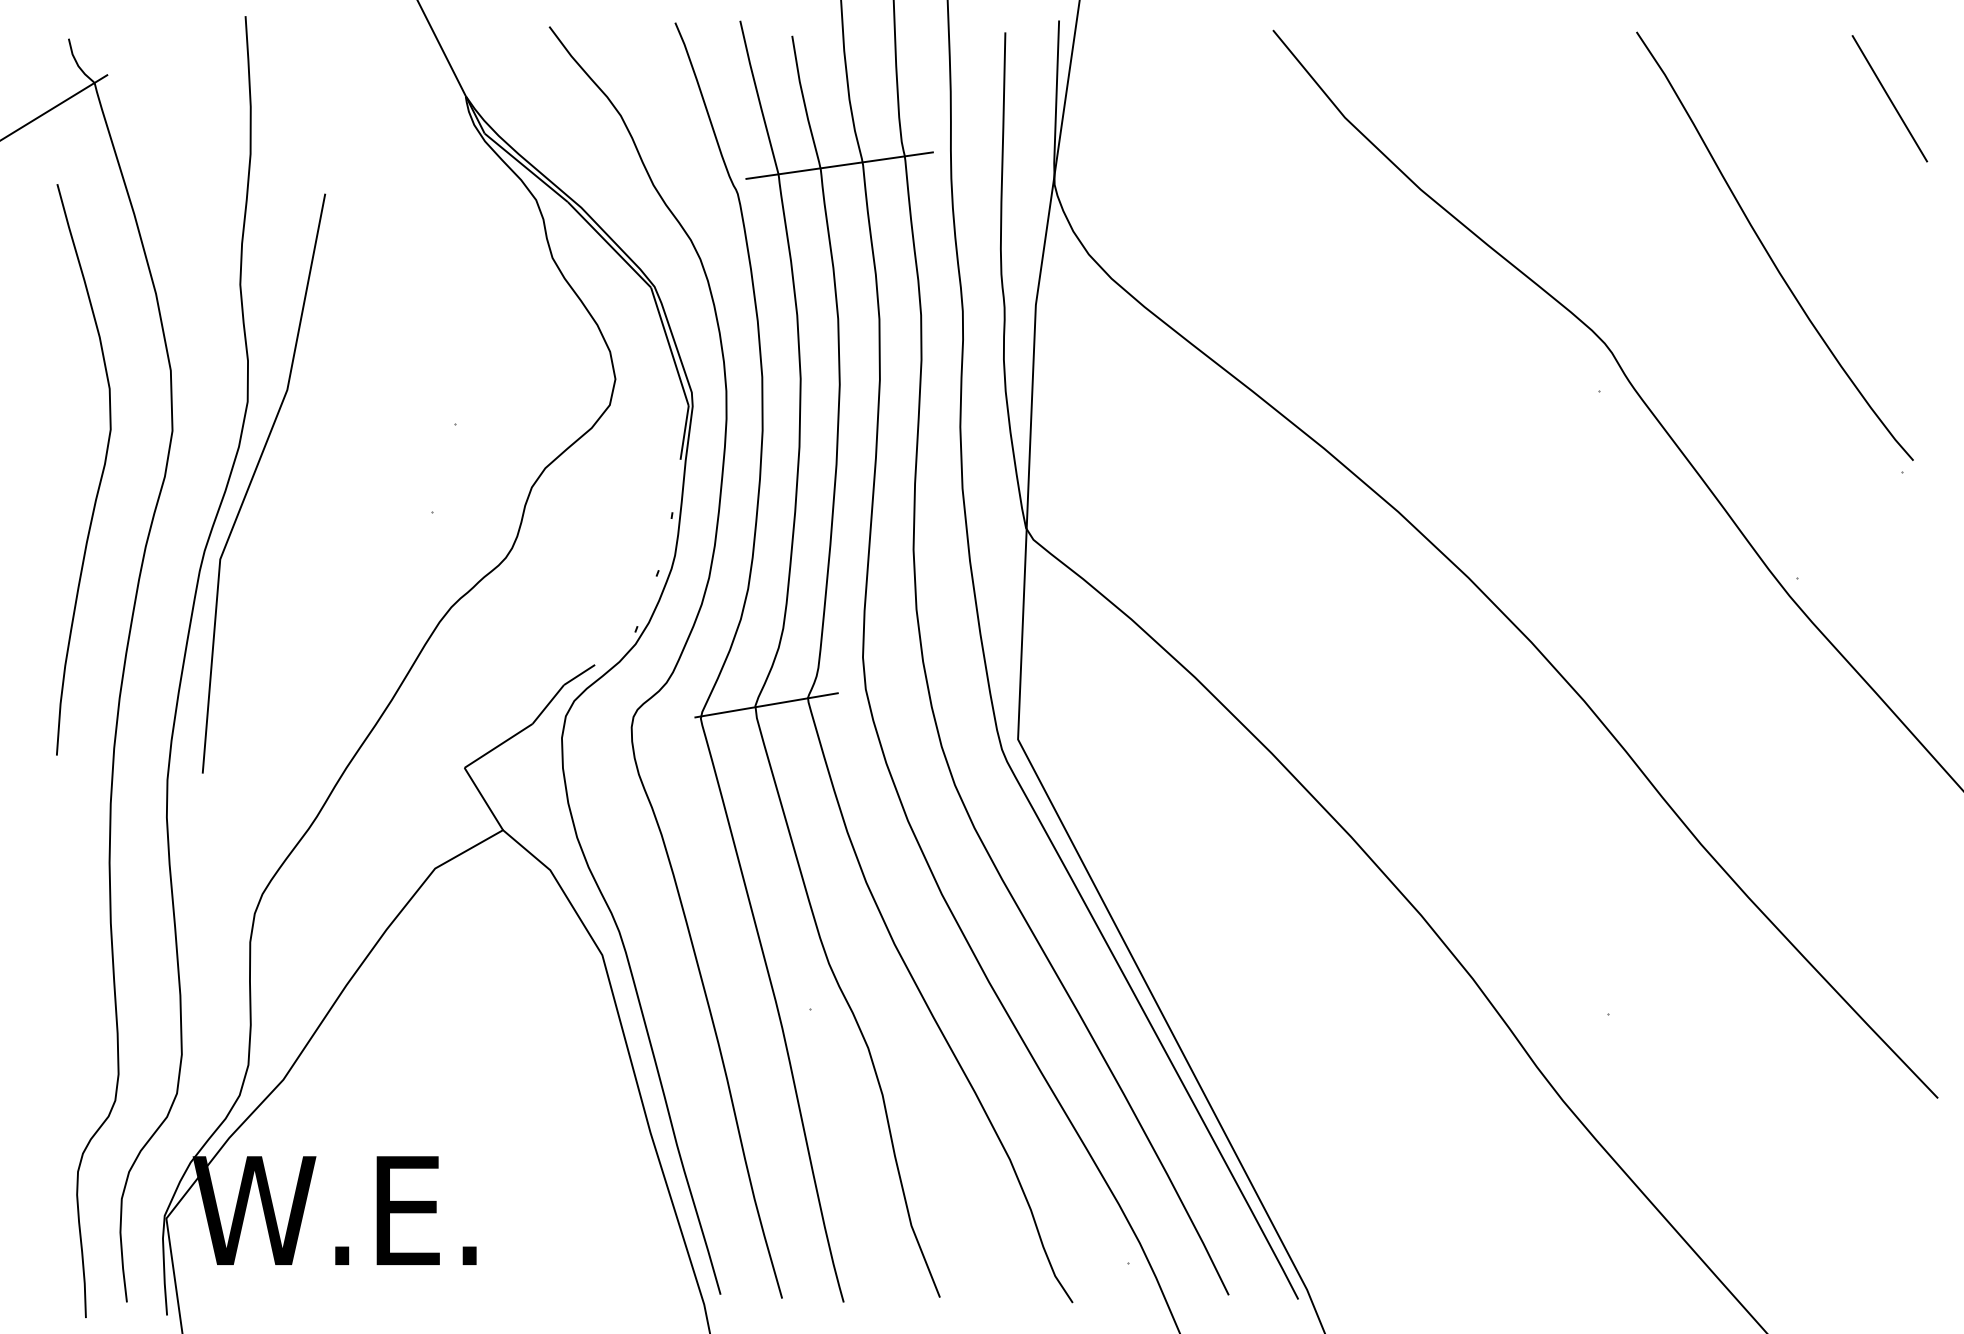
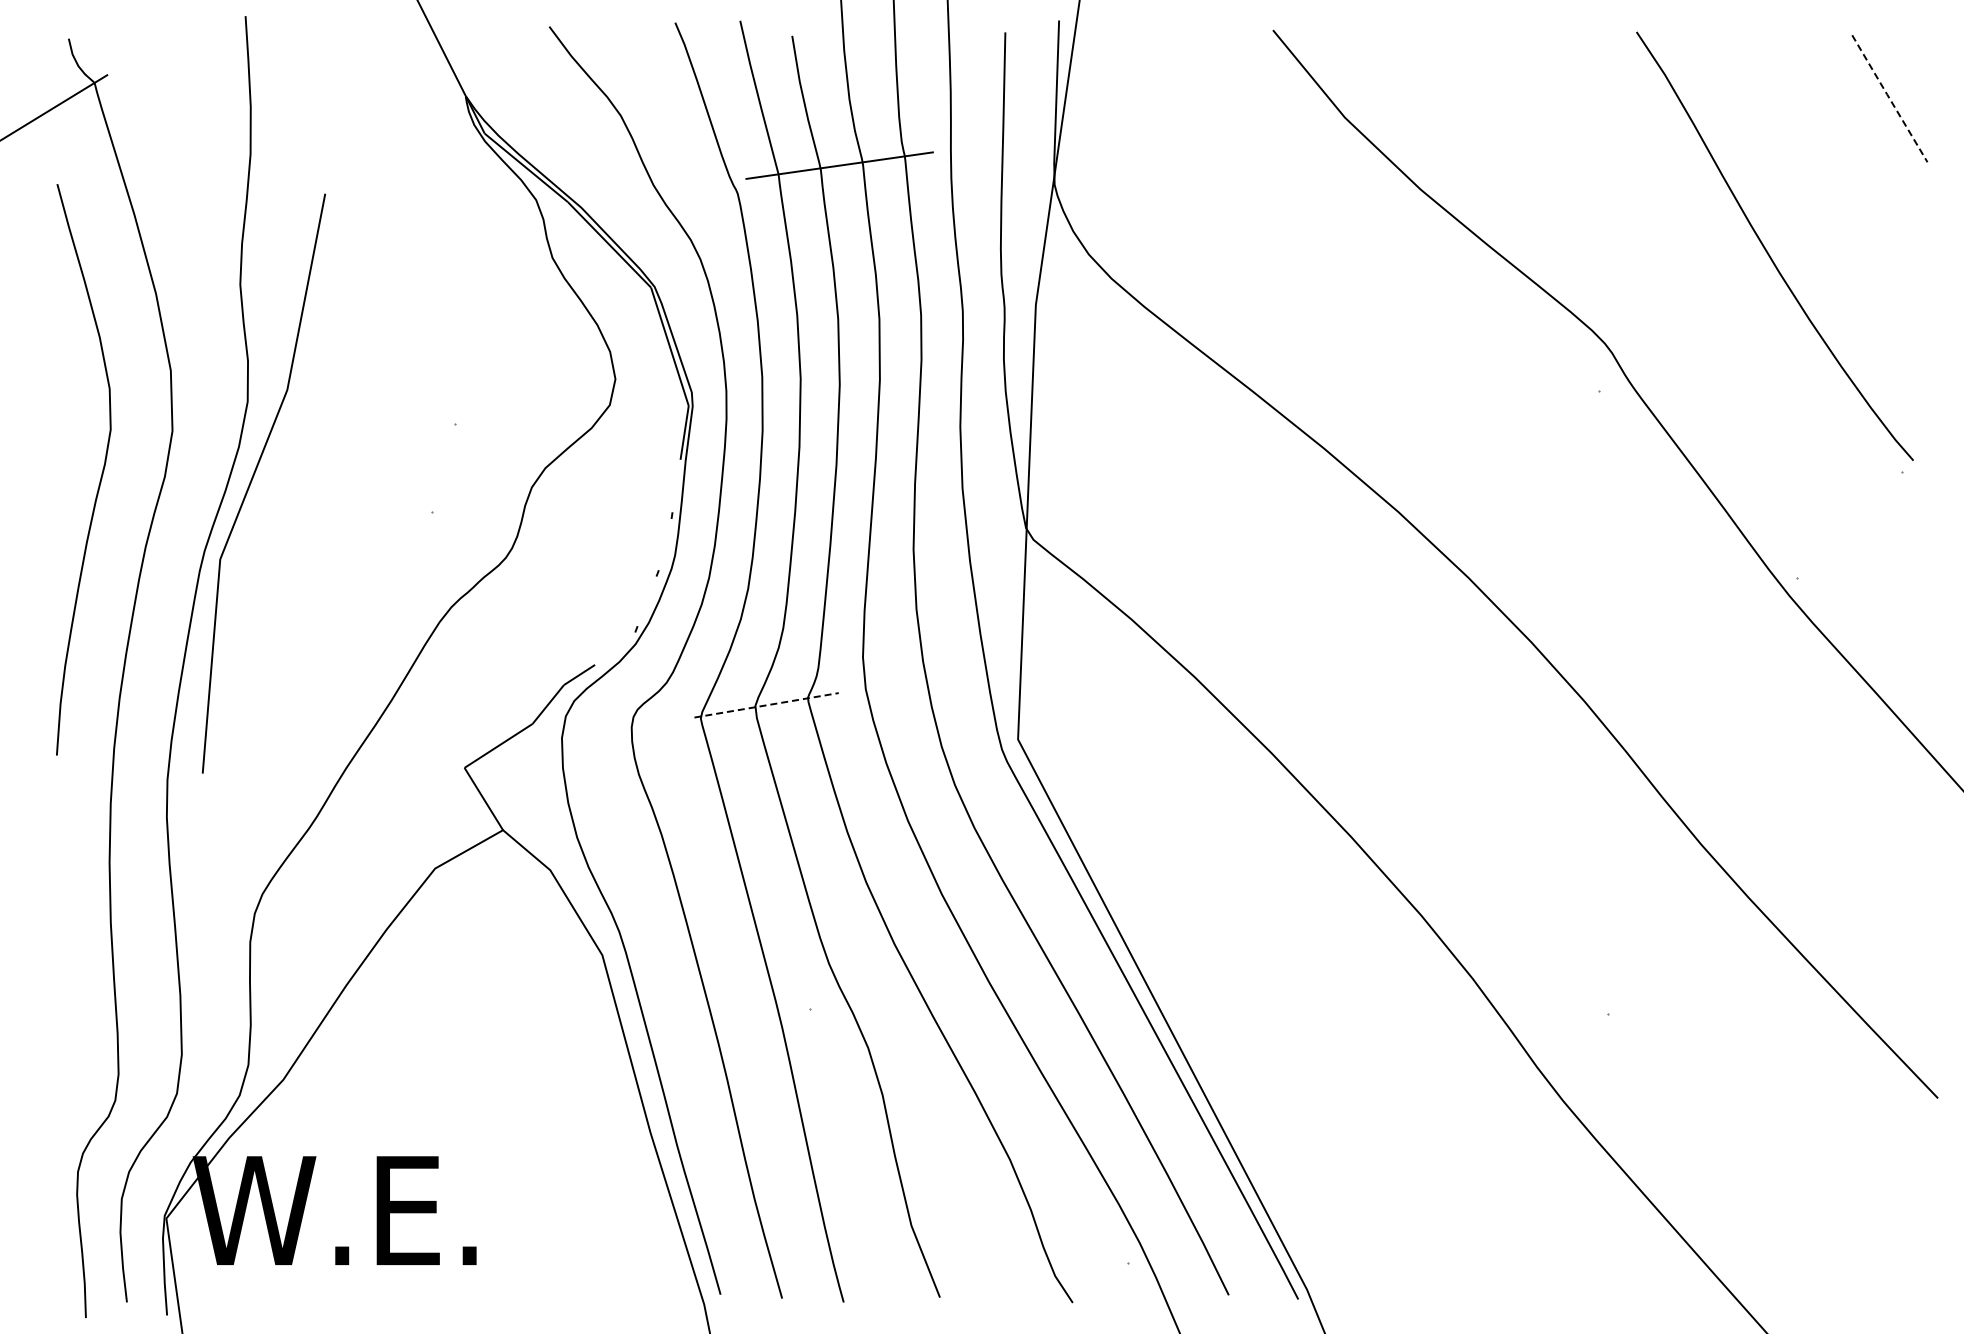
line at (1889, 98): solid -> dashed
line at (767, 705): solid -> dashed
